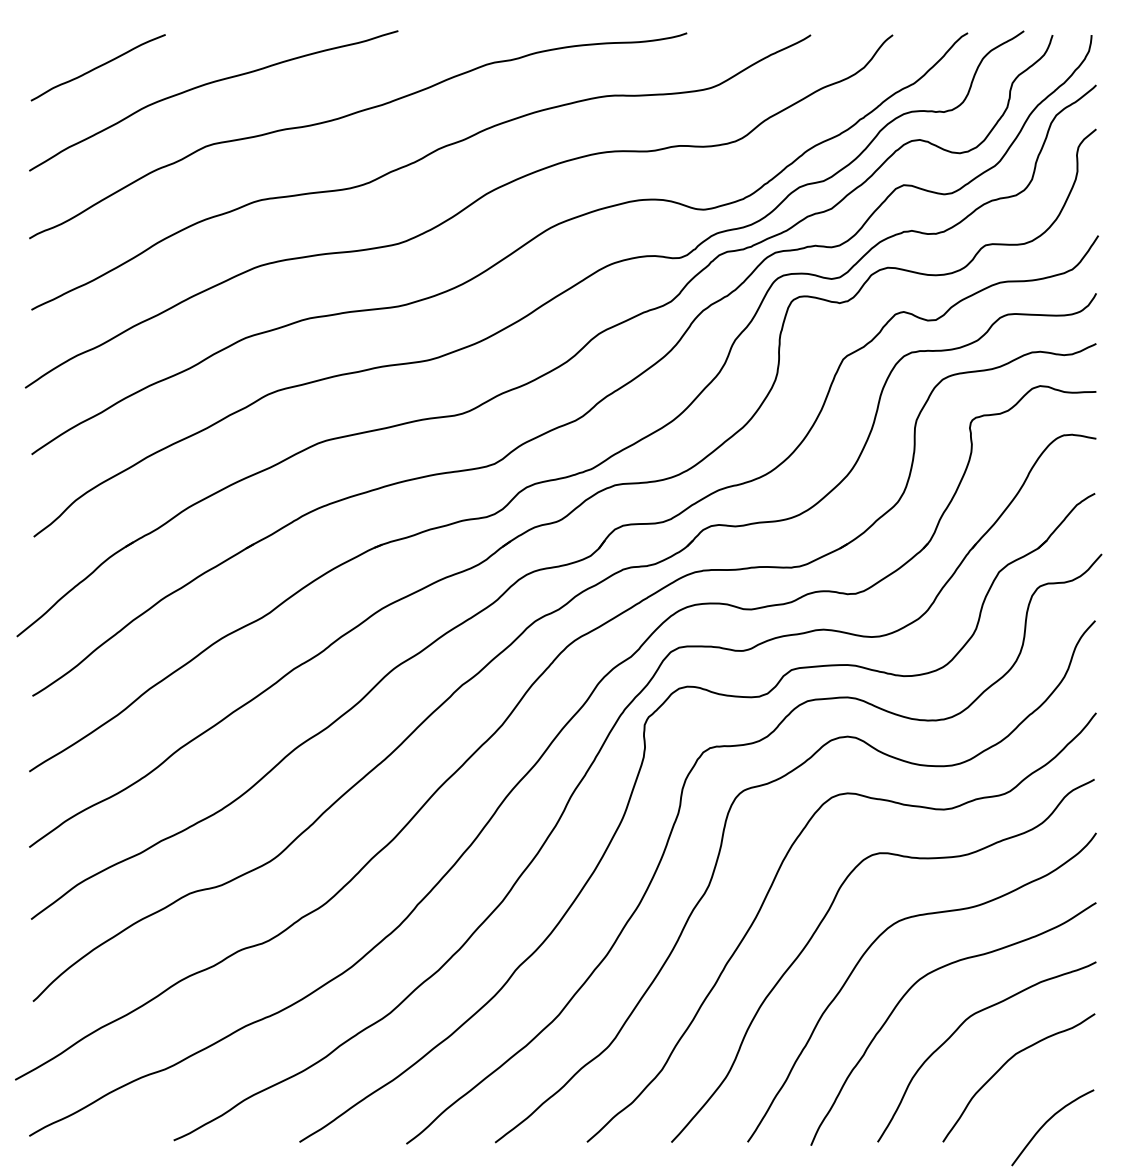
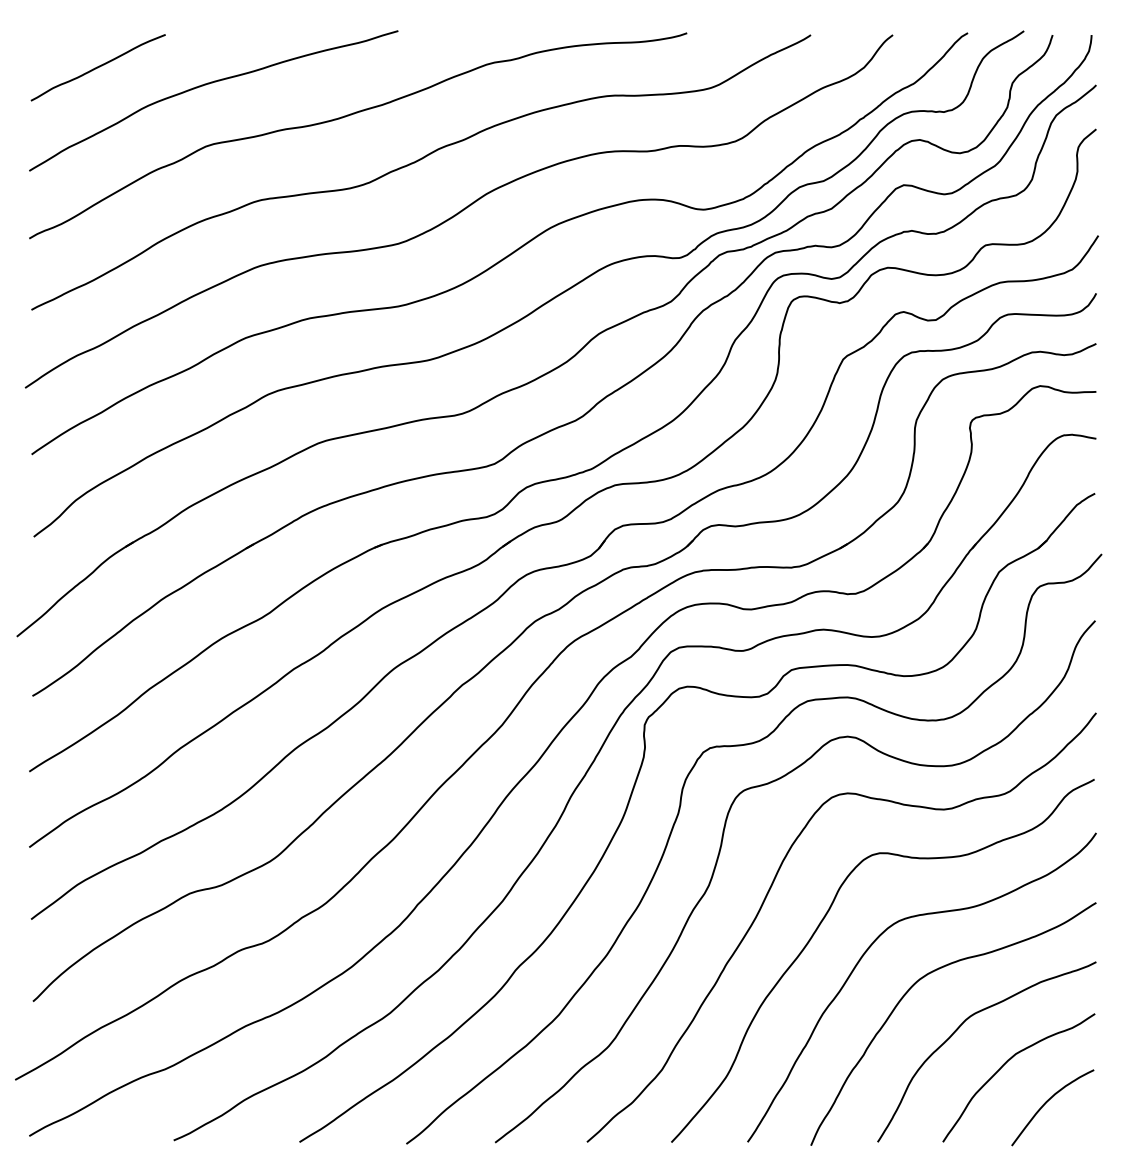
curve at (1047, 1122) position: (1047, 1122) -> (1047, 1102)
